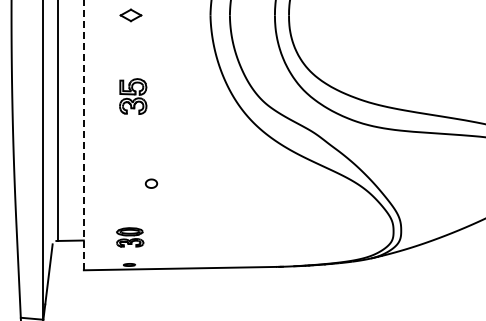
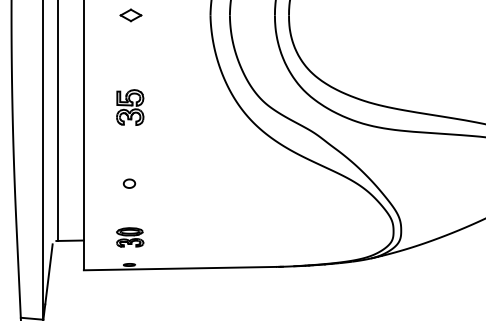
part at (133, 96) position: (133, 96) -> (130, 107)
line at (83, 135): dashed -> solid
part at (151, 183) position: (151, 183) -> (129, 183)
